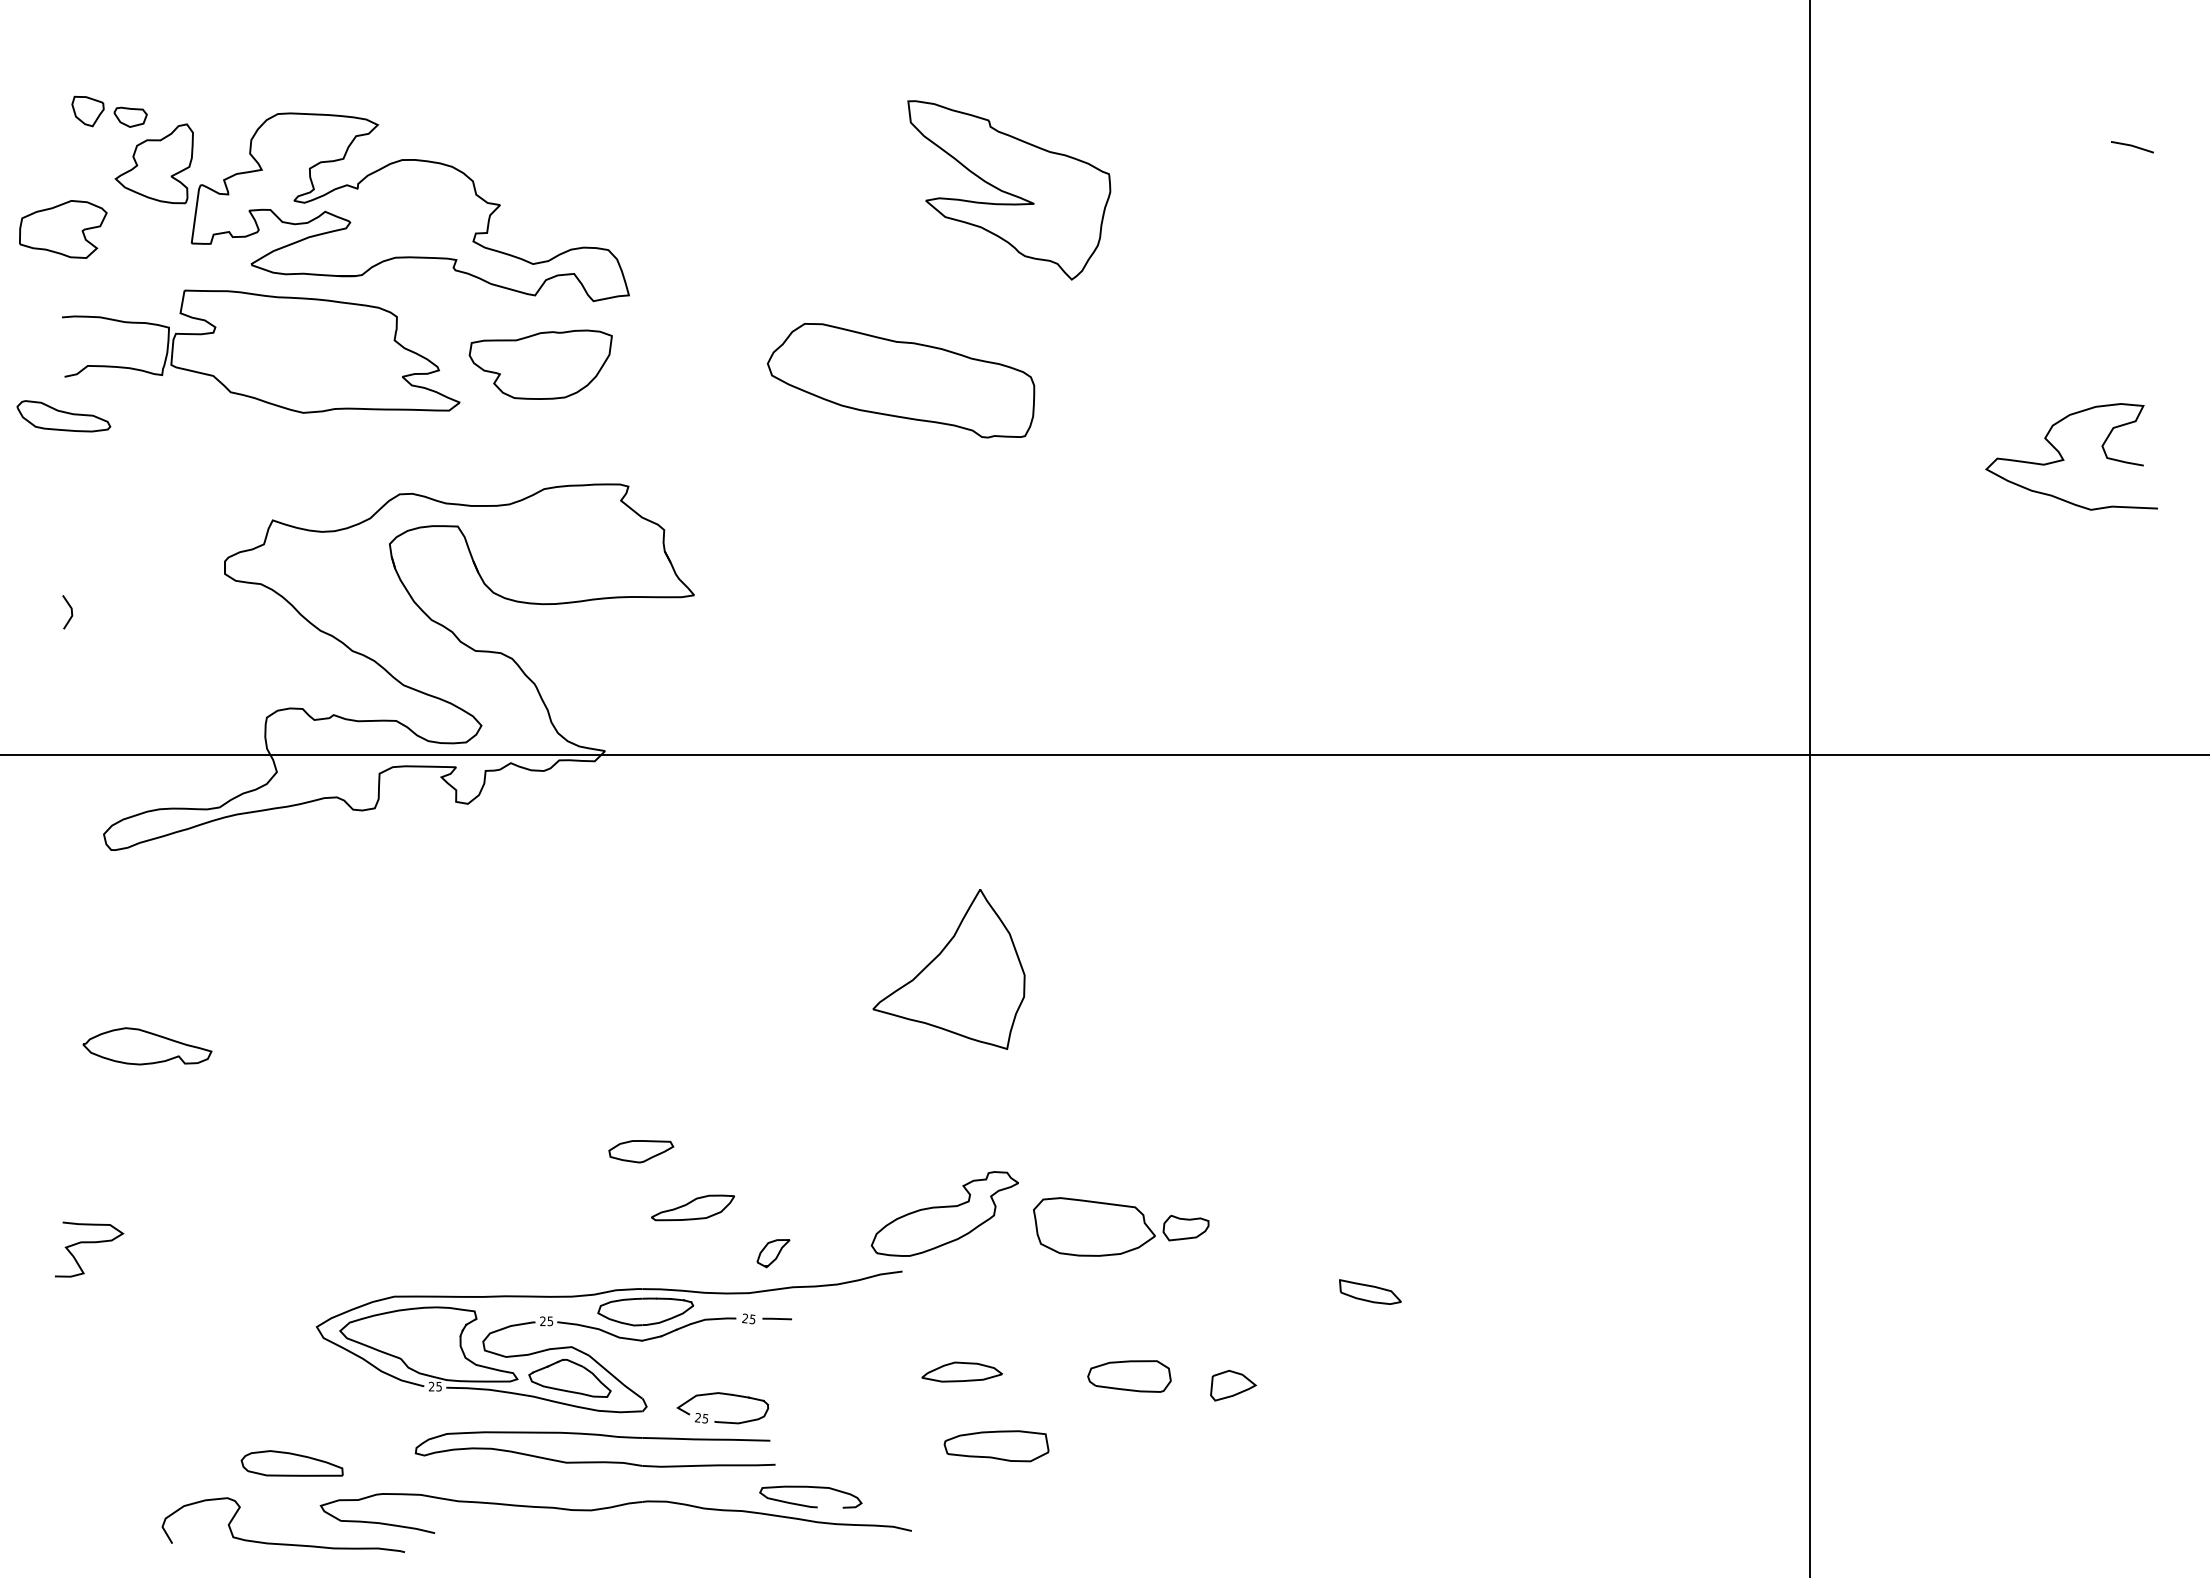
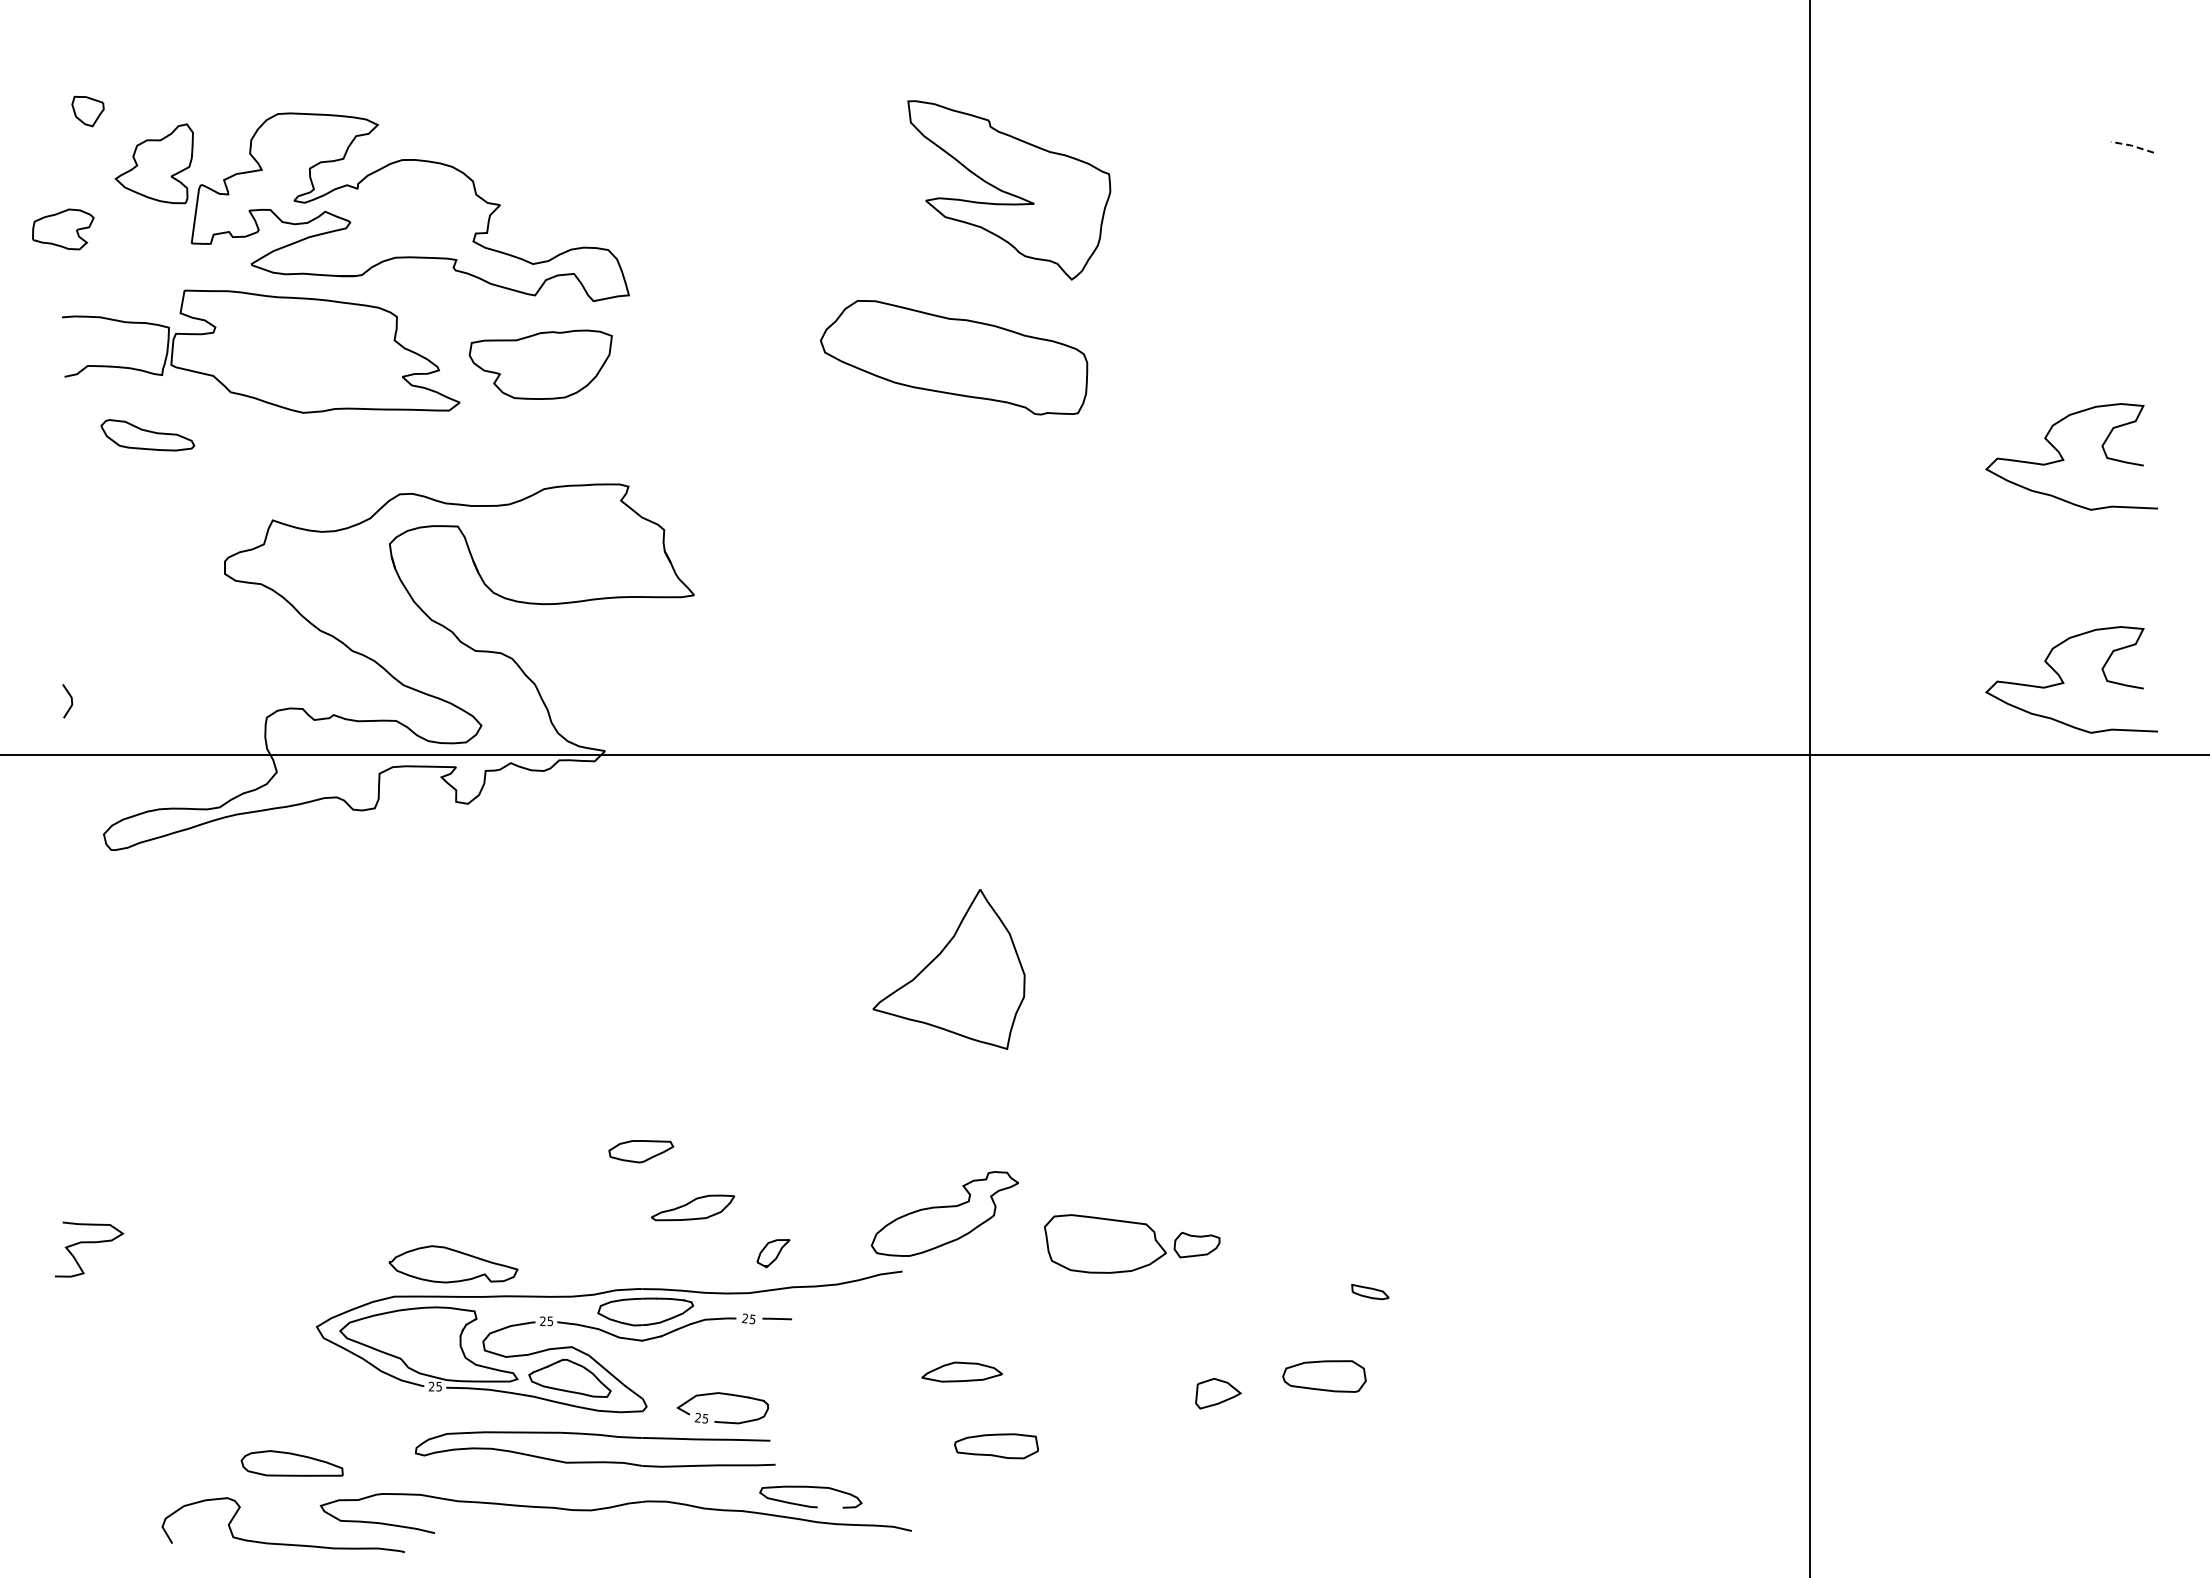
part at (130, 116): present -> none
line at (2131, 145): solid -> dashed
part at (63, 229) size: 89x59 px -> 63x43 px
part at (901, 380) position: (901, 380) -> (954, 357)
part at (63, 416) position: (63, 416) -> (147, 435)
line at (71, 612) position: (71, 612) -> (71, 701)
curve at (2064, 682): none -> present
part at (147, 1046) position: (147, 1046) -> (453, 1264)
part at (1121, 1226) position: (1121, 1226) -> (1132, 1243)
part at (1370, 1291) size: 63x26 px -> 39x17 px
part at (1129, 1376) position: (1129, 1376) -> (1324, 1376)
part at (1233, 1385) position: (1233, 1385) -> (1218, 1393)
part at (996, 1446) size: 107x33 px -> 85x27 px
